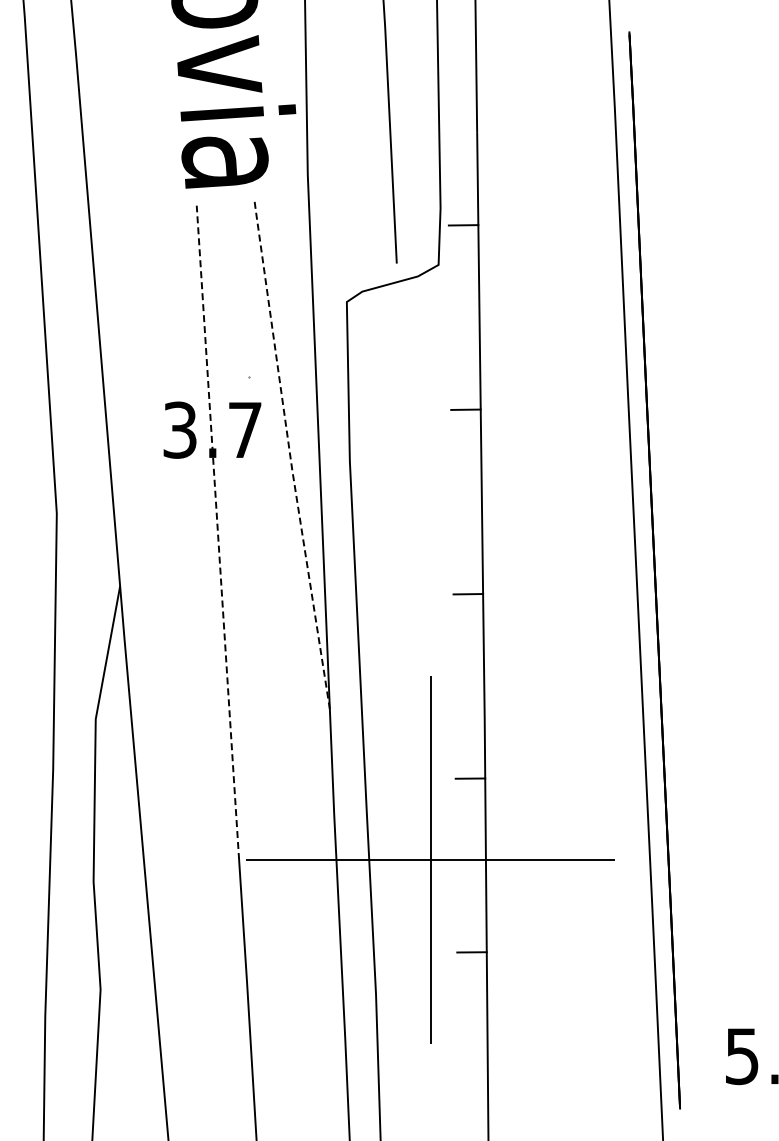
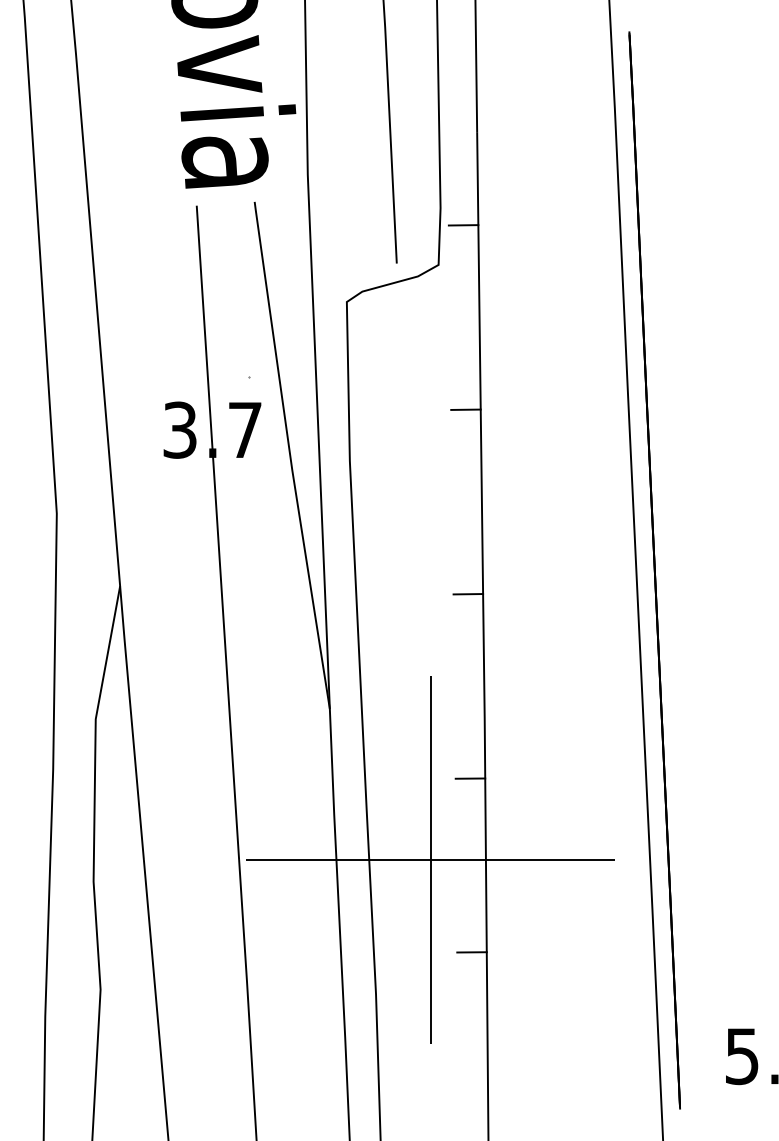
line at (290, 455): dashed -> solid
line at (217, 532): dashed -> solid
